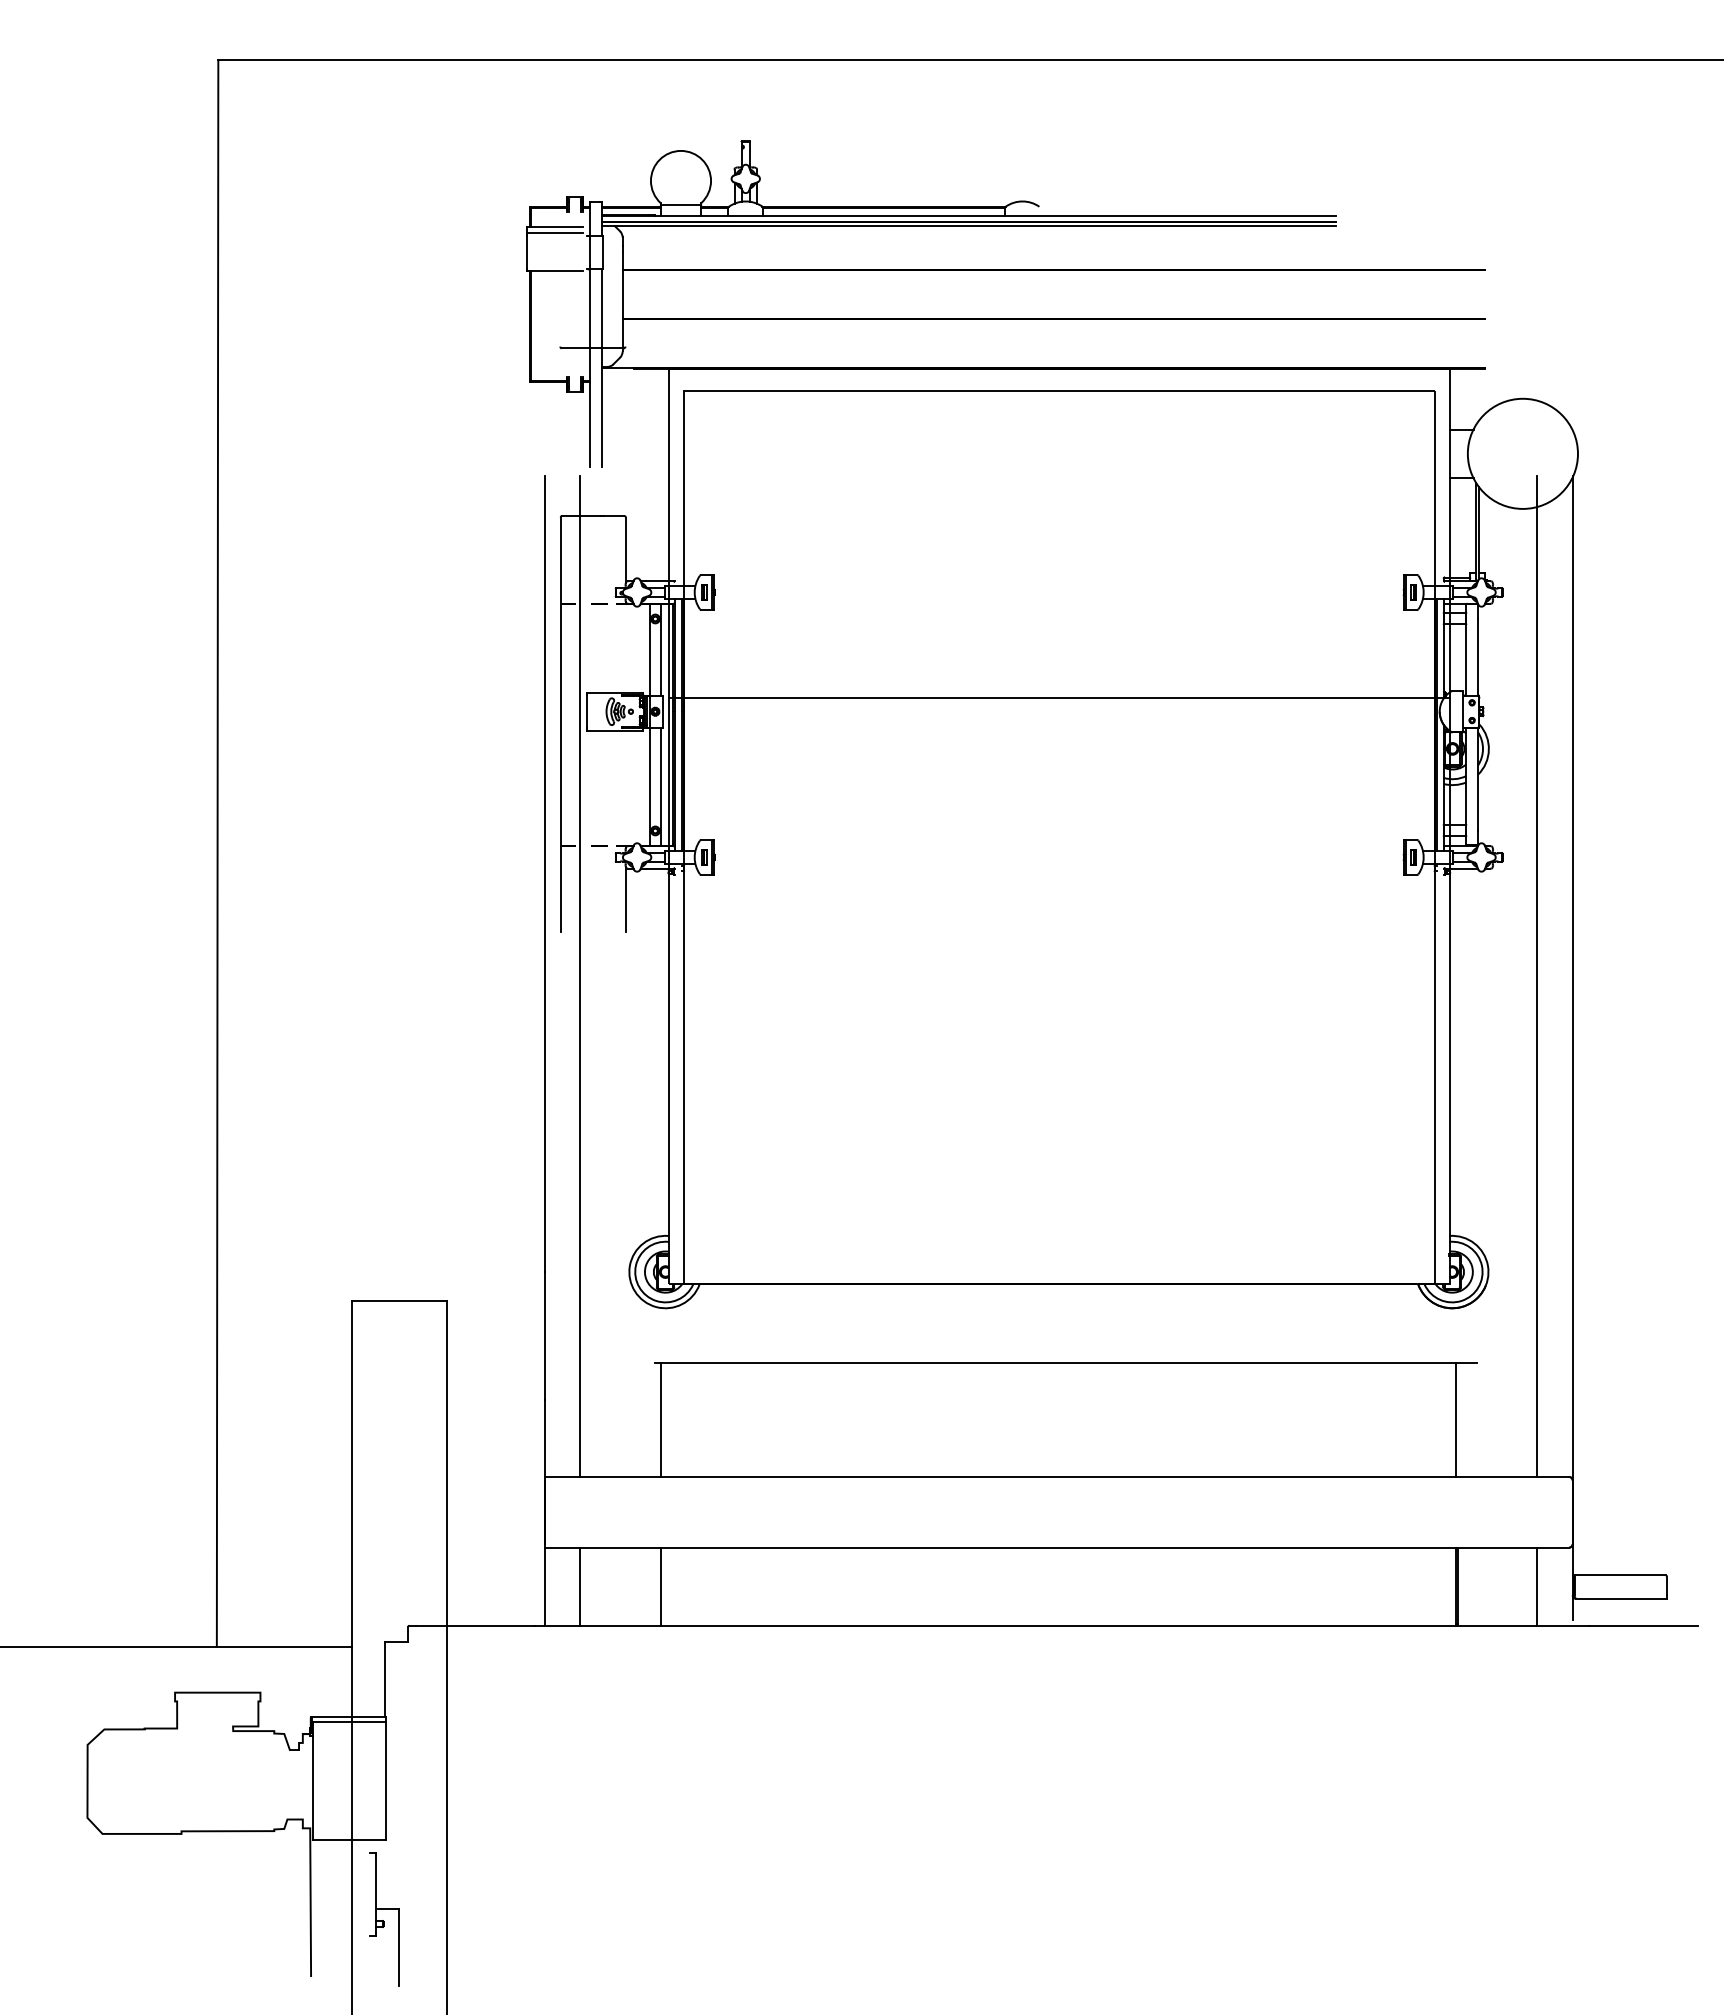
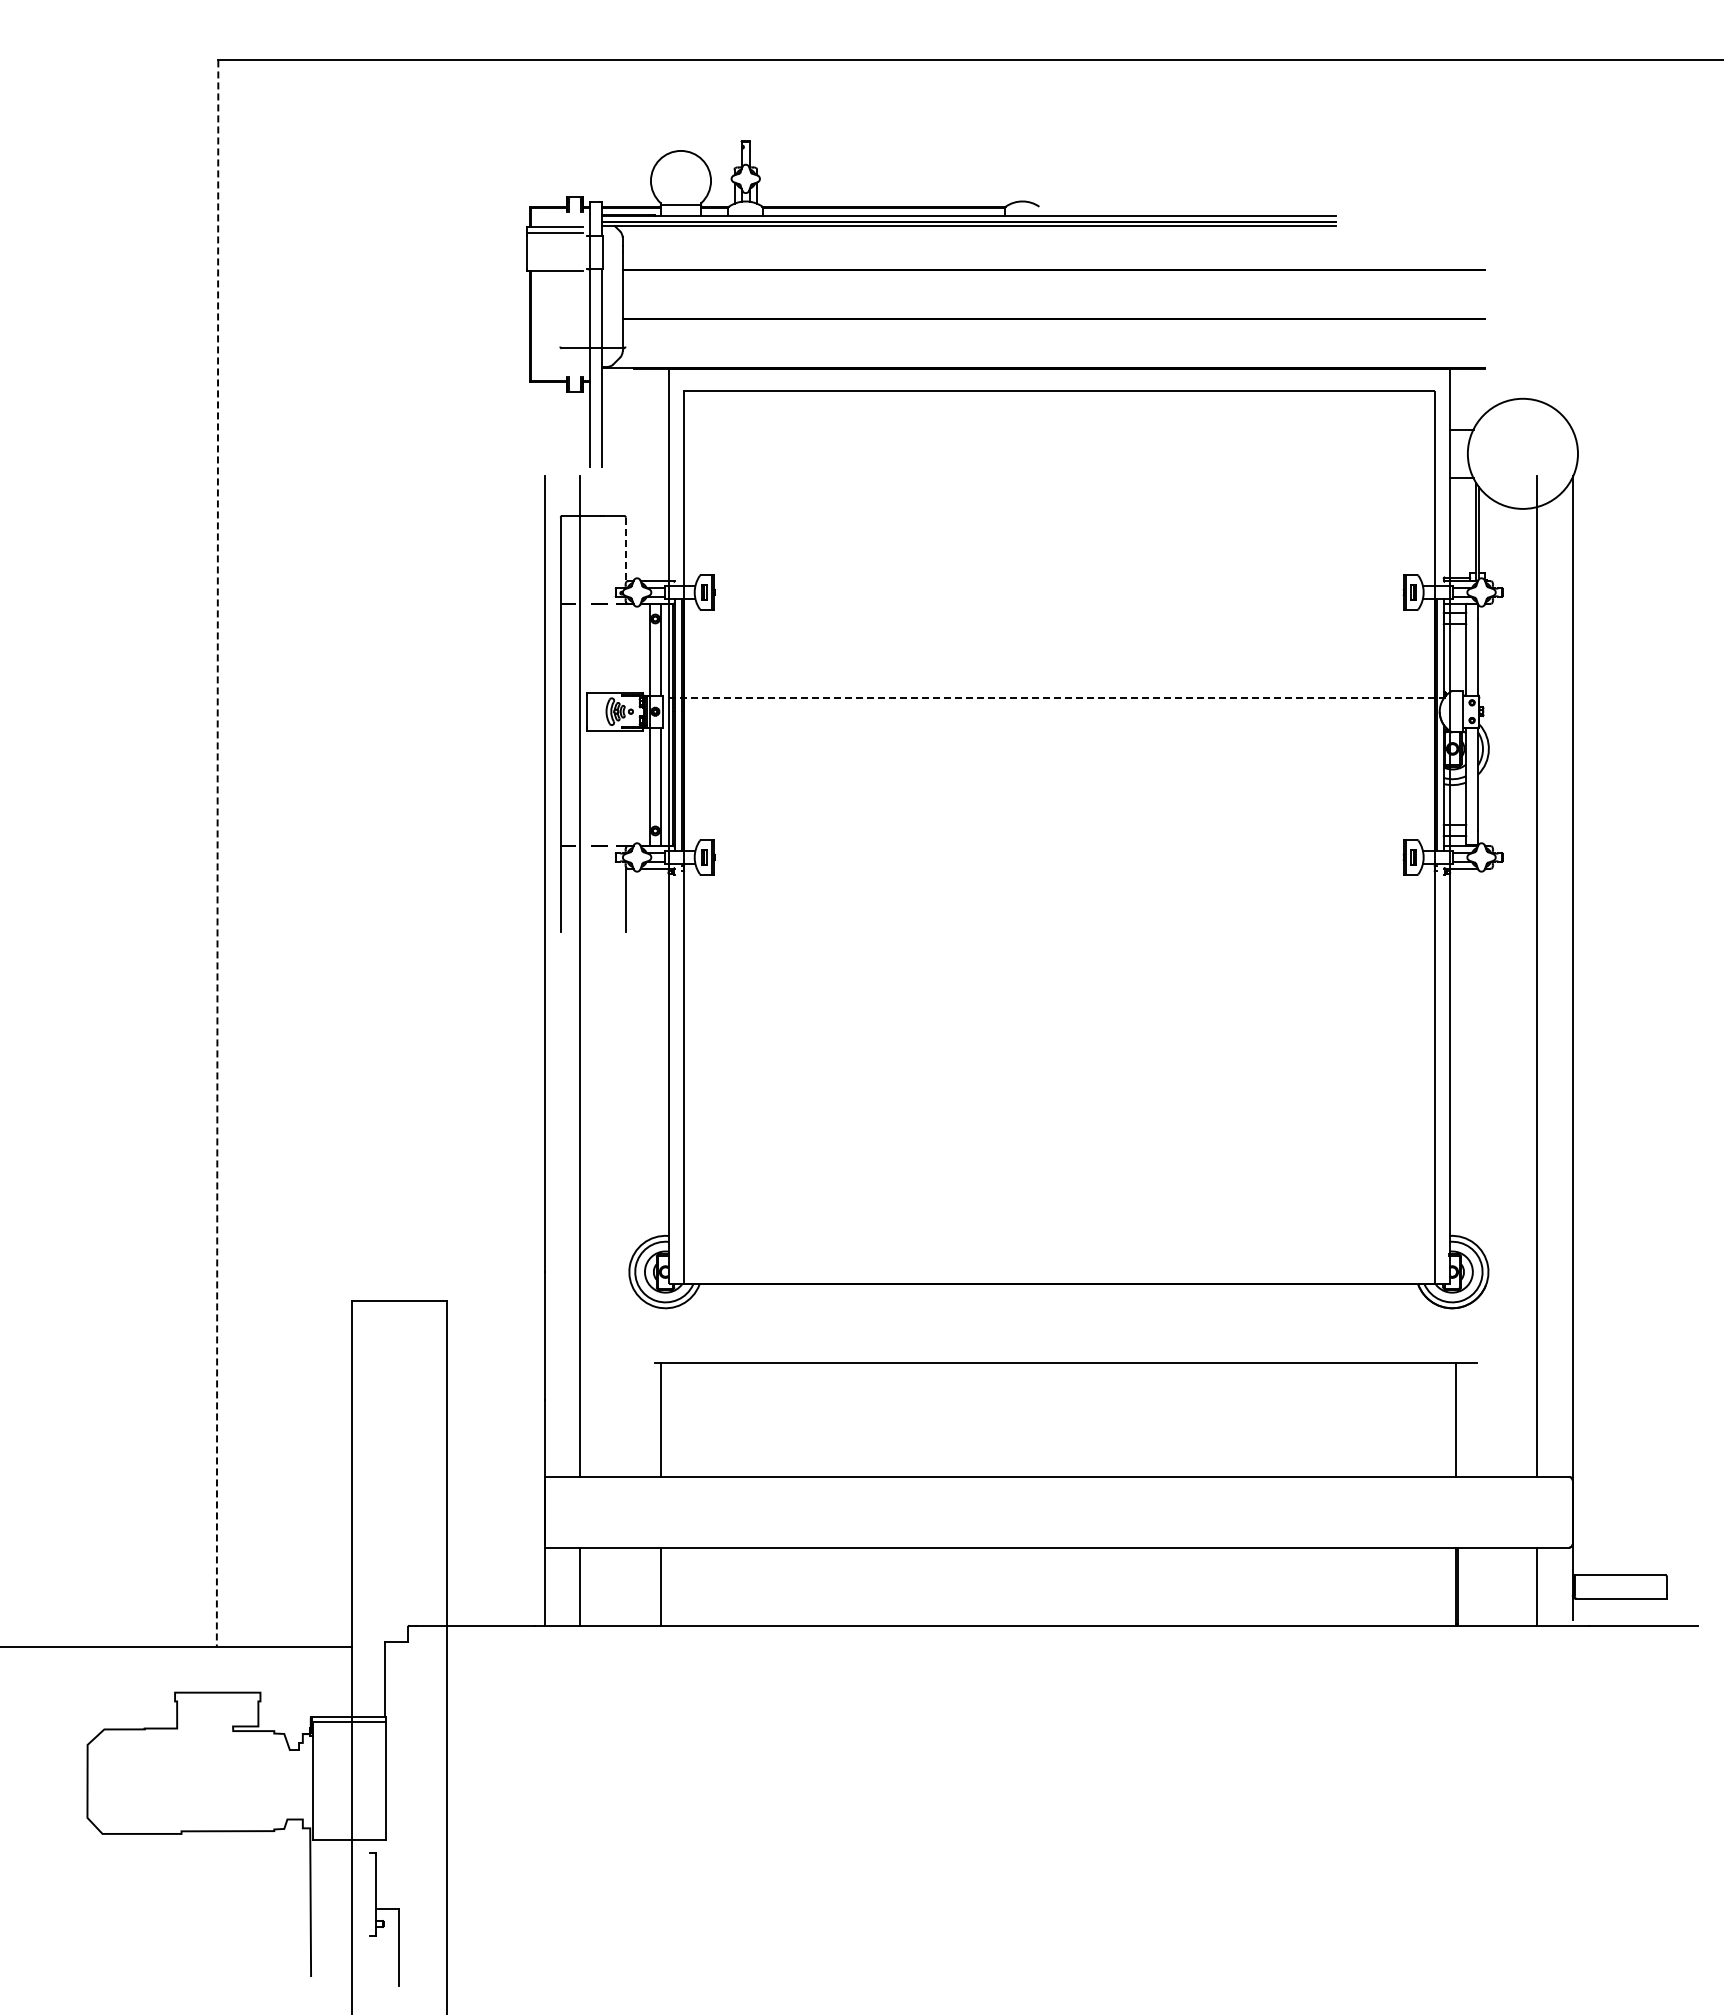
line at (625, 550): solid -> dashed
line at (1059, 698): solid -> dashed
line at (217, 854): solid -> dashed
